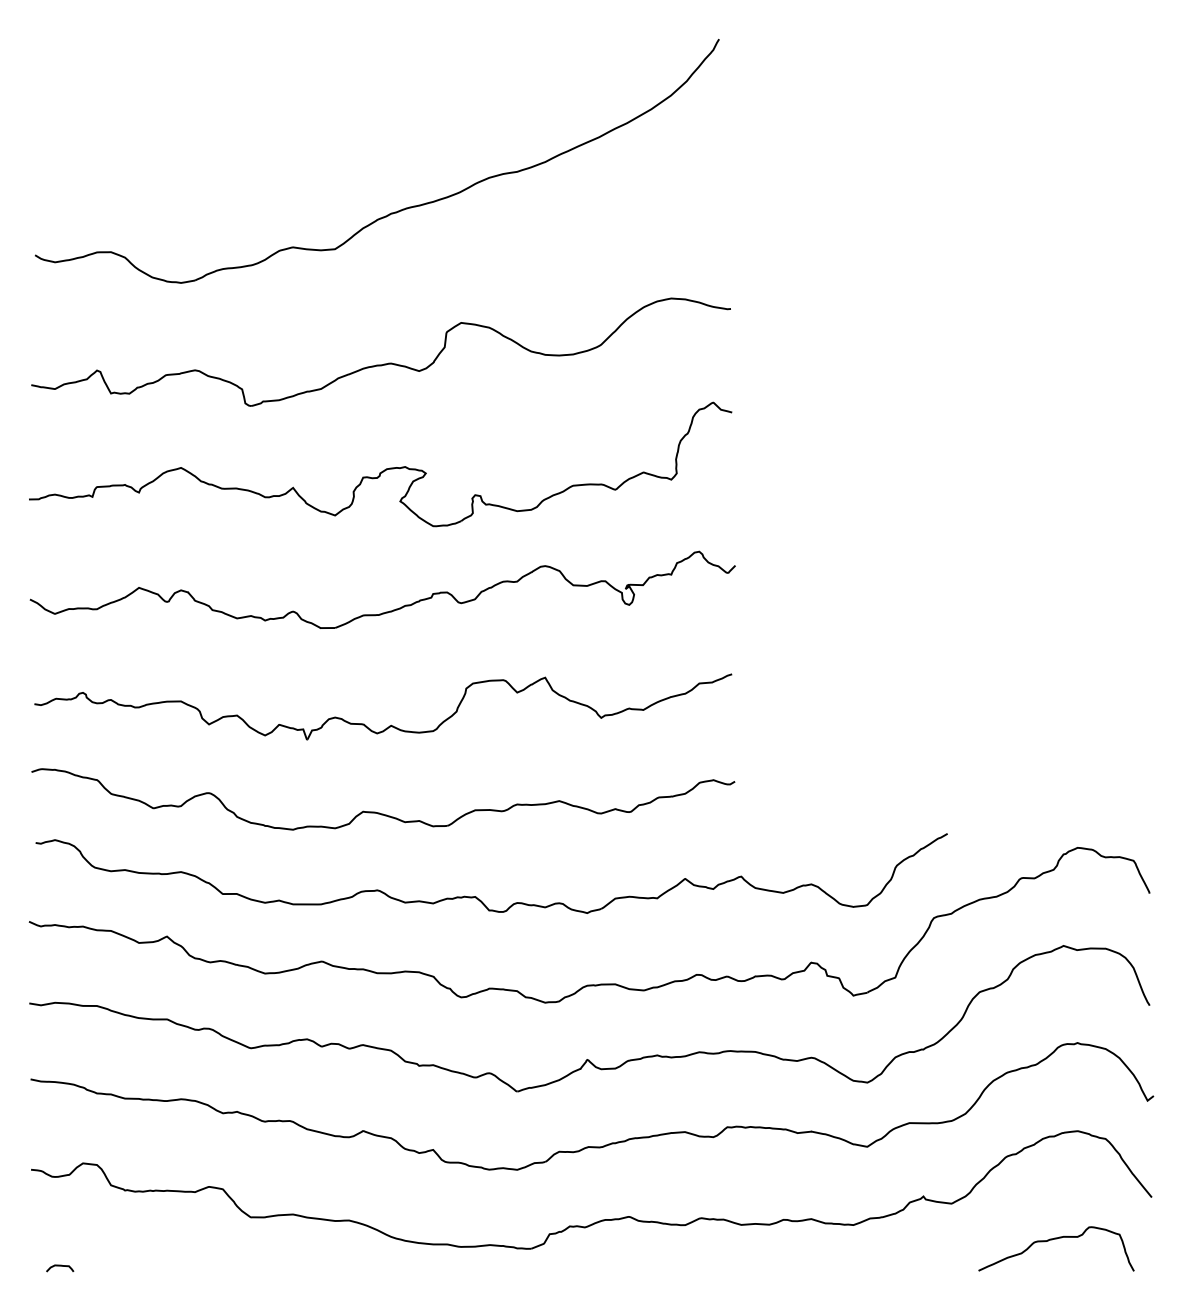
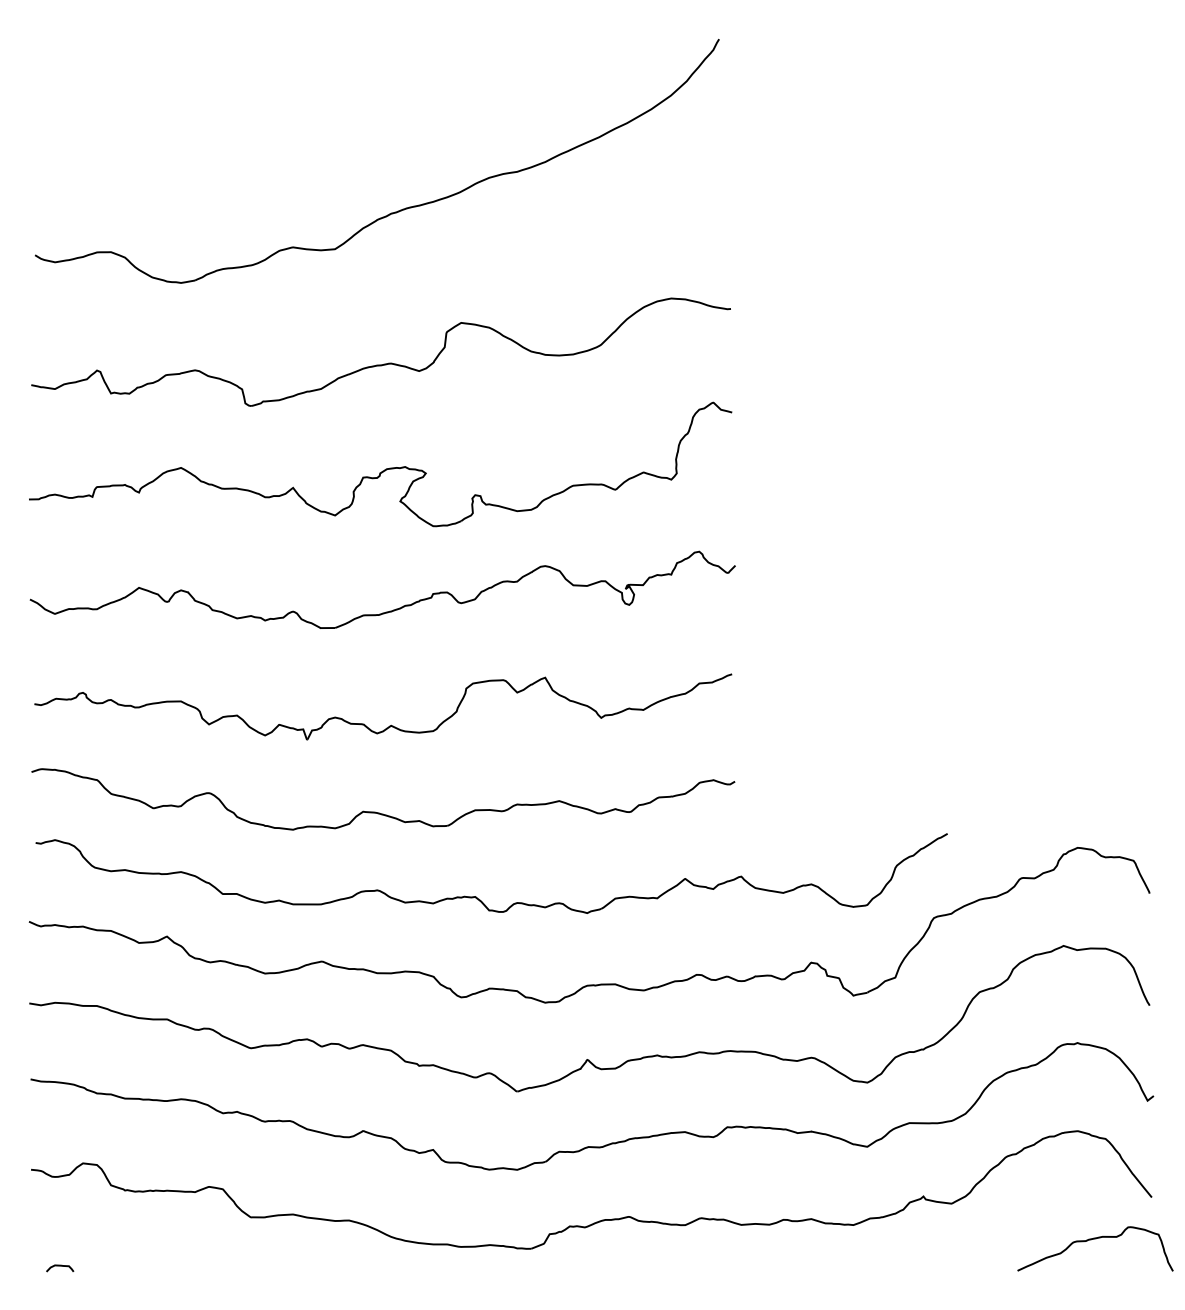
curve at (1052, 1240) position: (1052, 1240) -> (1091, 1240)
